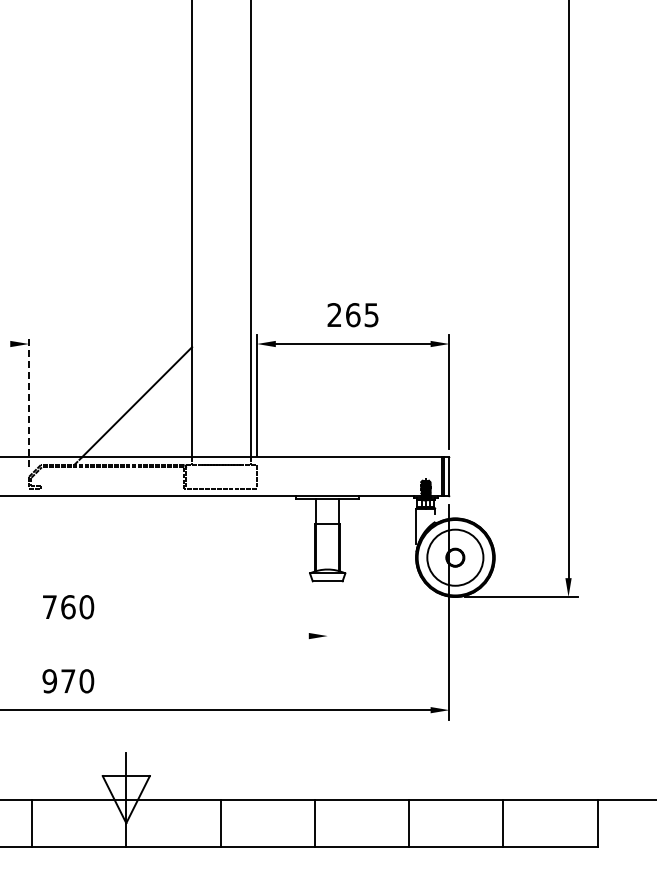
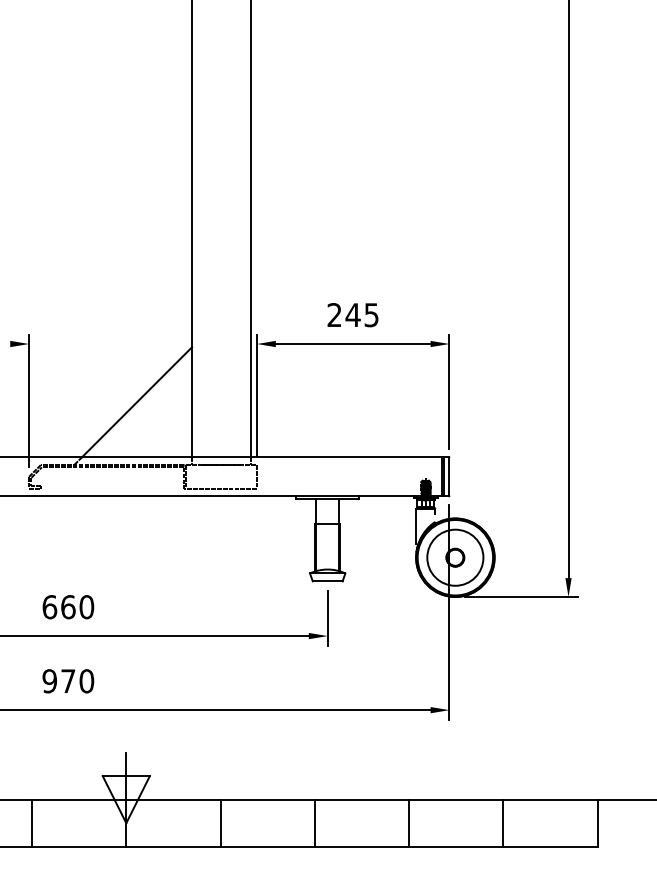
text at (352, 315): 265 -> 245
line at (29, 400): dashed -> solid
text at (49, 607): 760 -> 660
line at (327, 617): none -> present
line at (155, 636): none -> present
